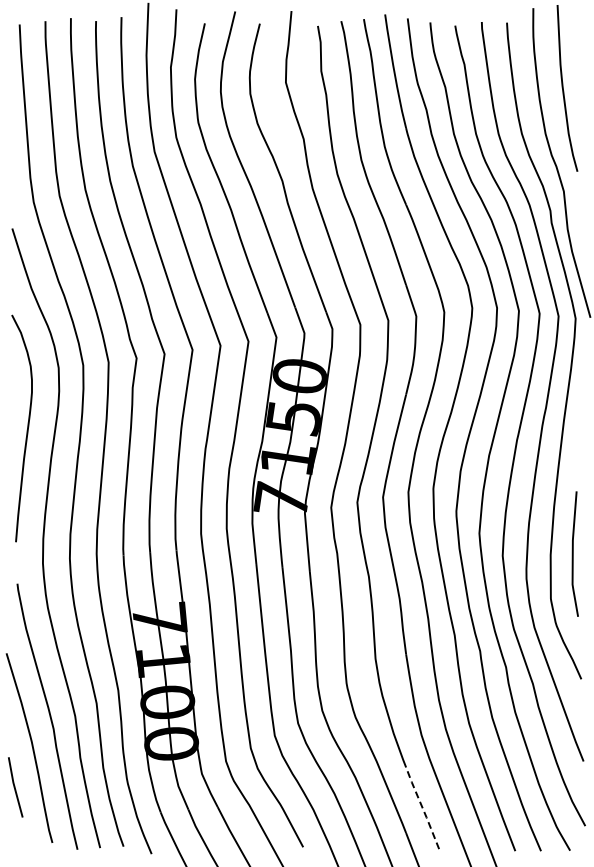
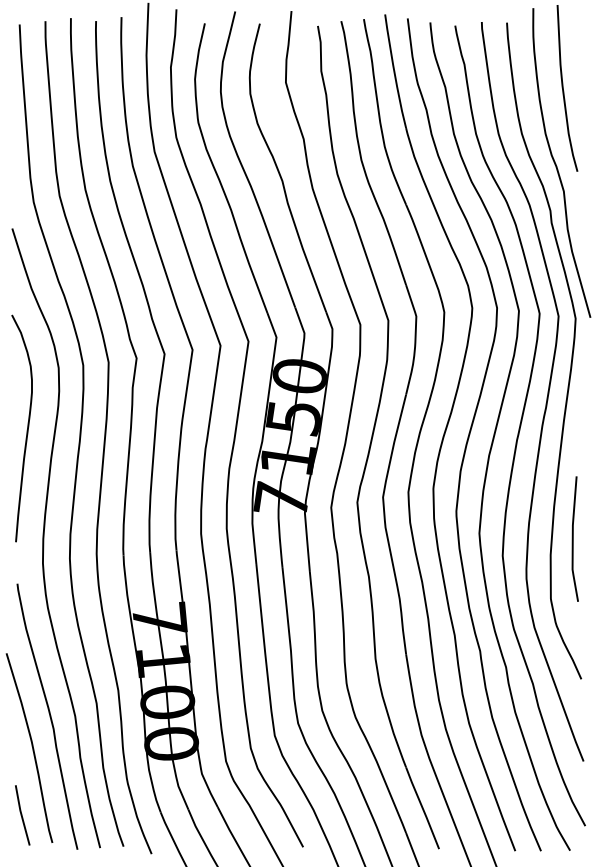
line at (573, 553) position: (573, 553) -> (573, 538)
line at (15, 787) position: (15, 787) -> (22, 815)
line at (422, 807): dashed -> solid
